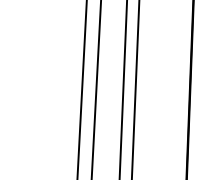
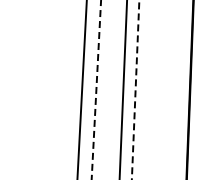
line at (96, 89): solid -> dashed
line at (135, 90): solid -> dashed
